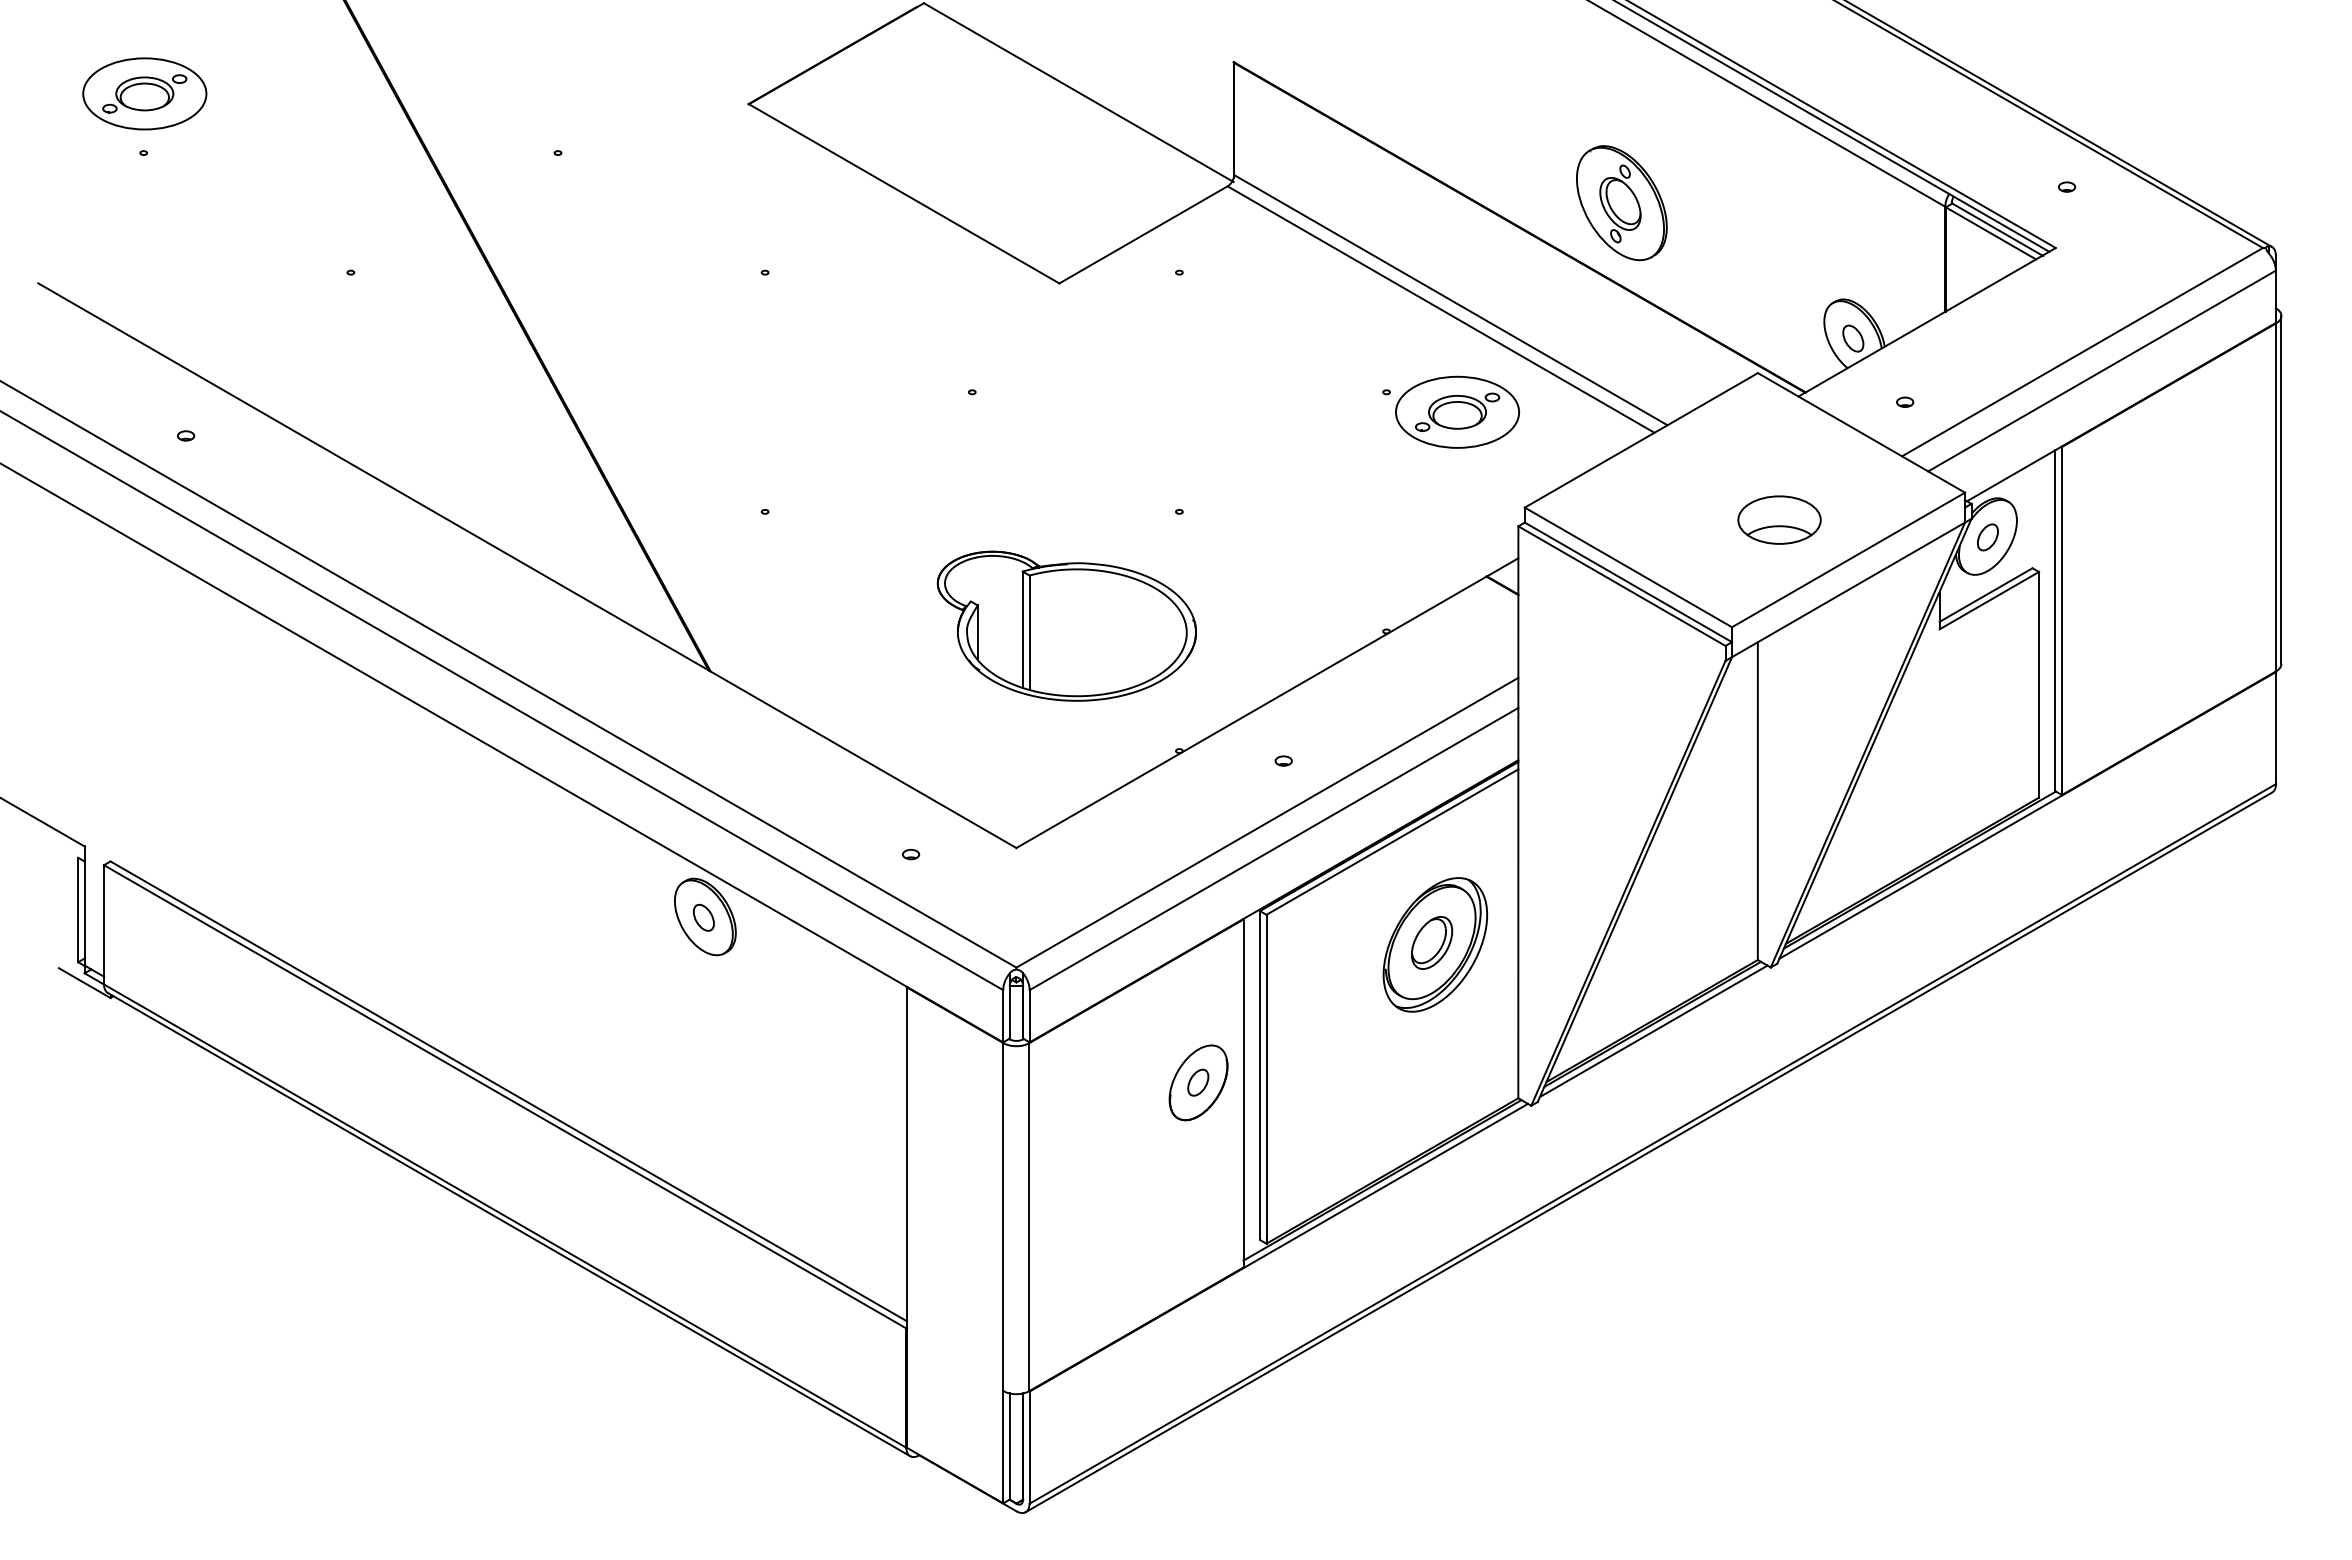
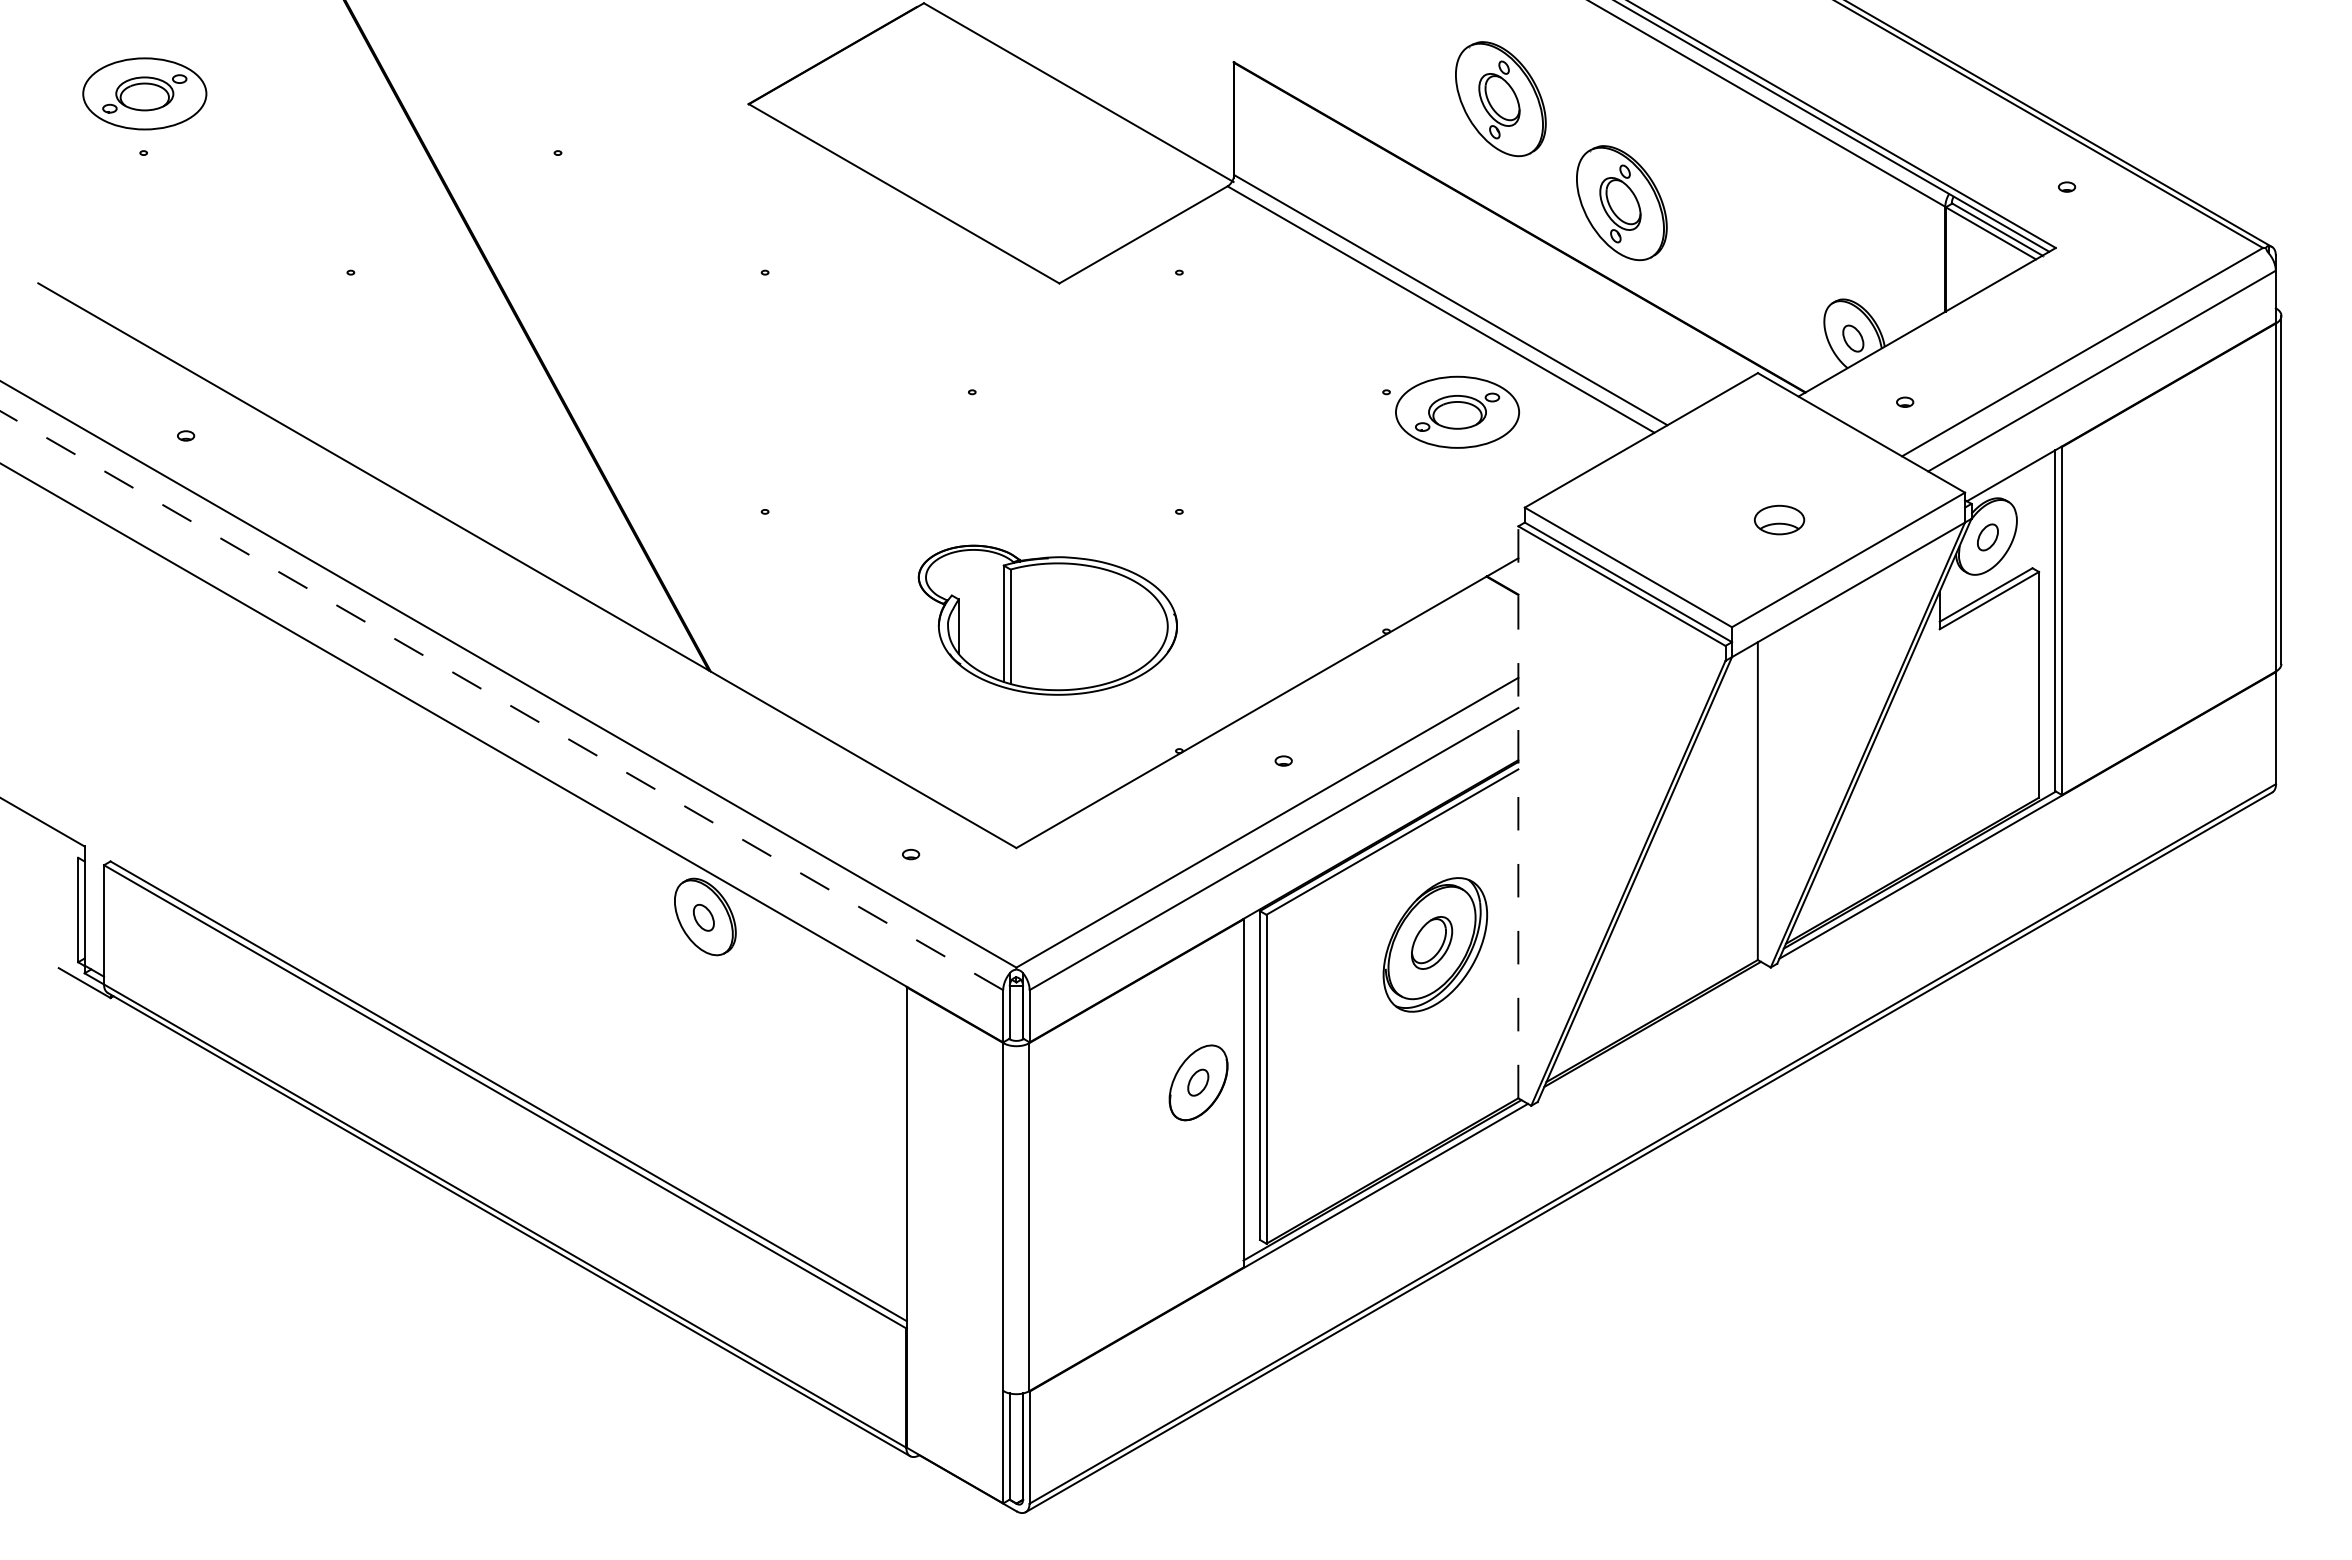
part at (1500, 99): none -> present
part at (1779, 519) size: 85x50 px -> 52x32 px
part at (1066, 625) position: (1066, 625) -> (1047, 619)
line at (501, 700): solid -> dashed
line at (1518, 812): solid -> dashed
line at (1653, 1031): present -> none
